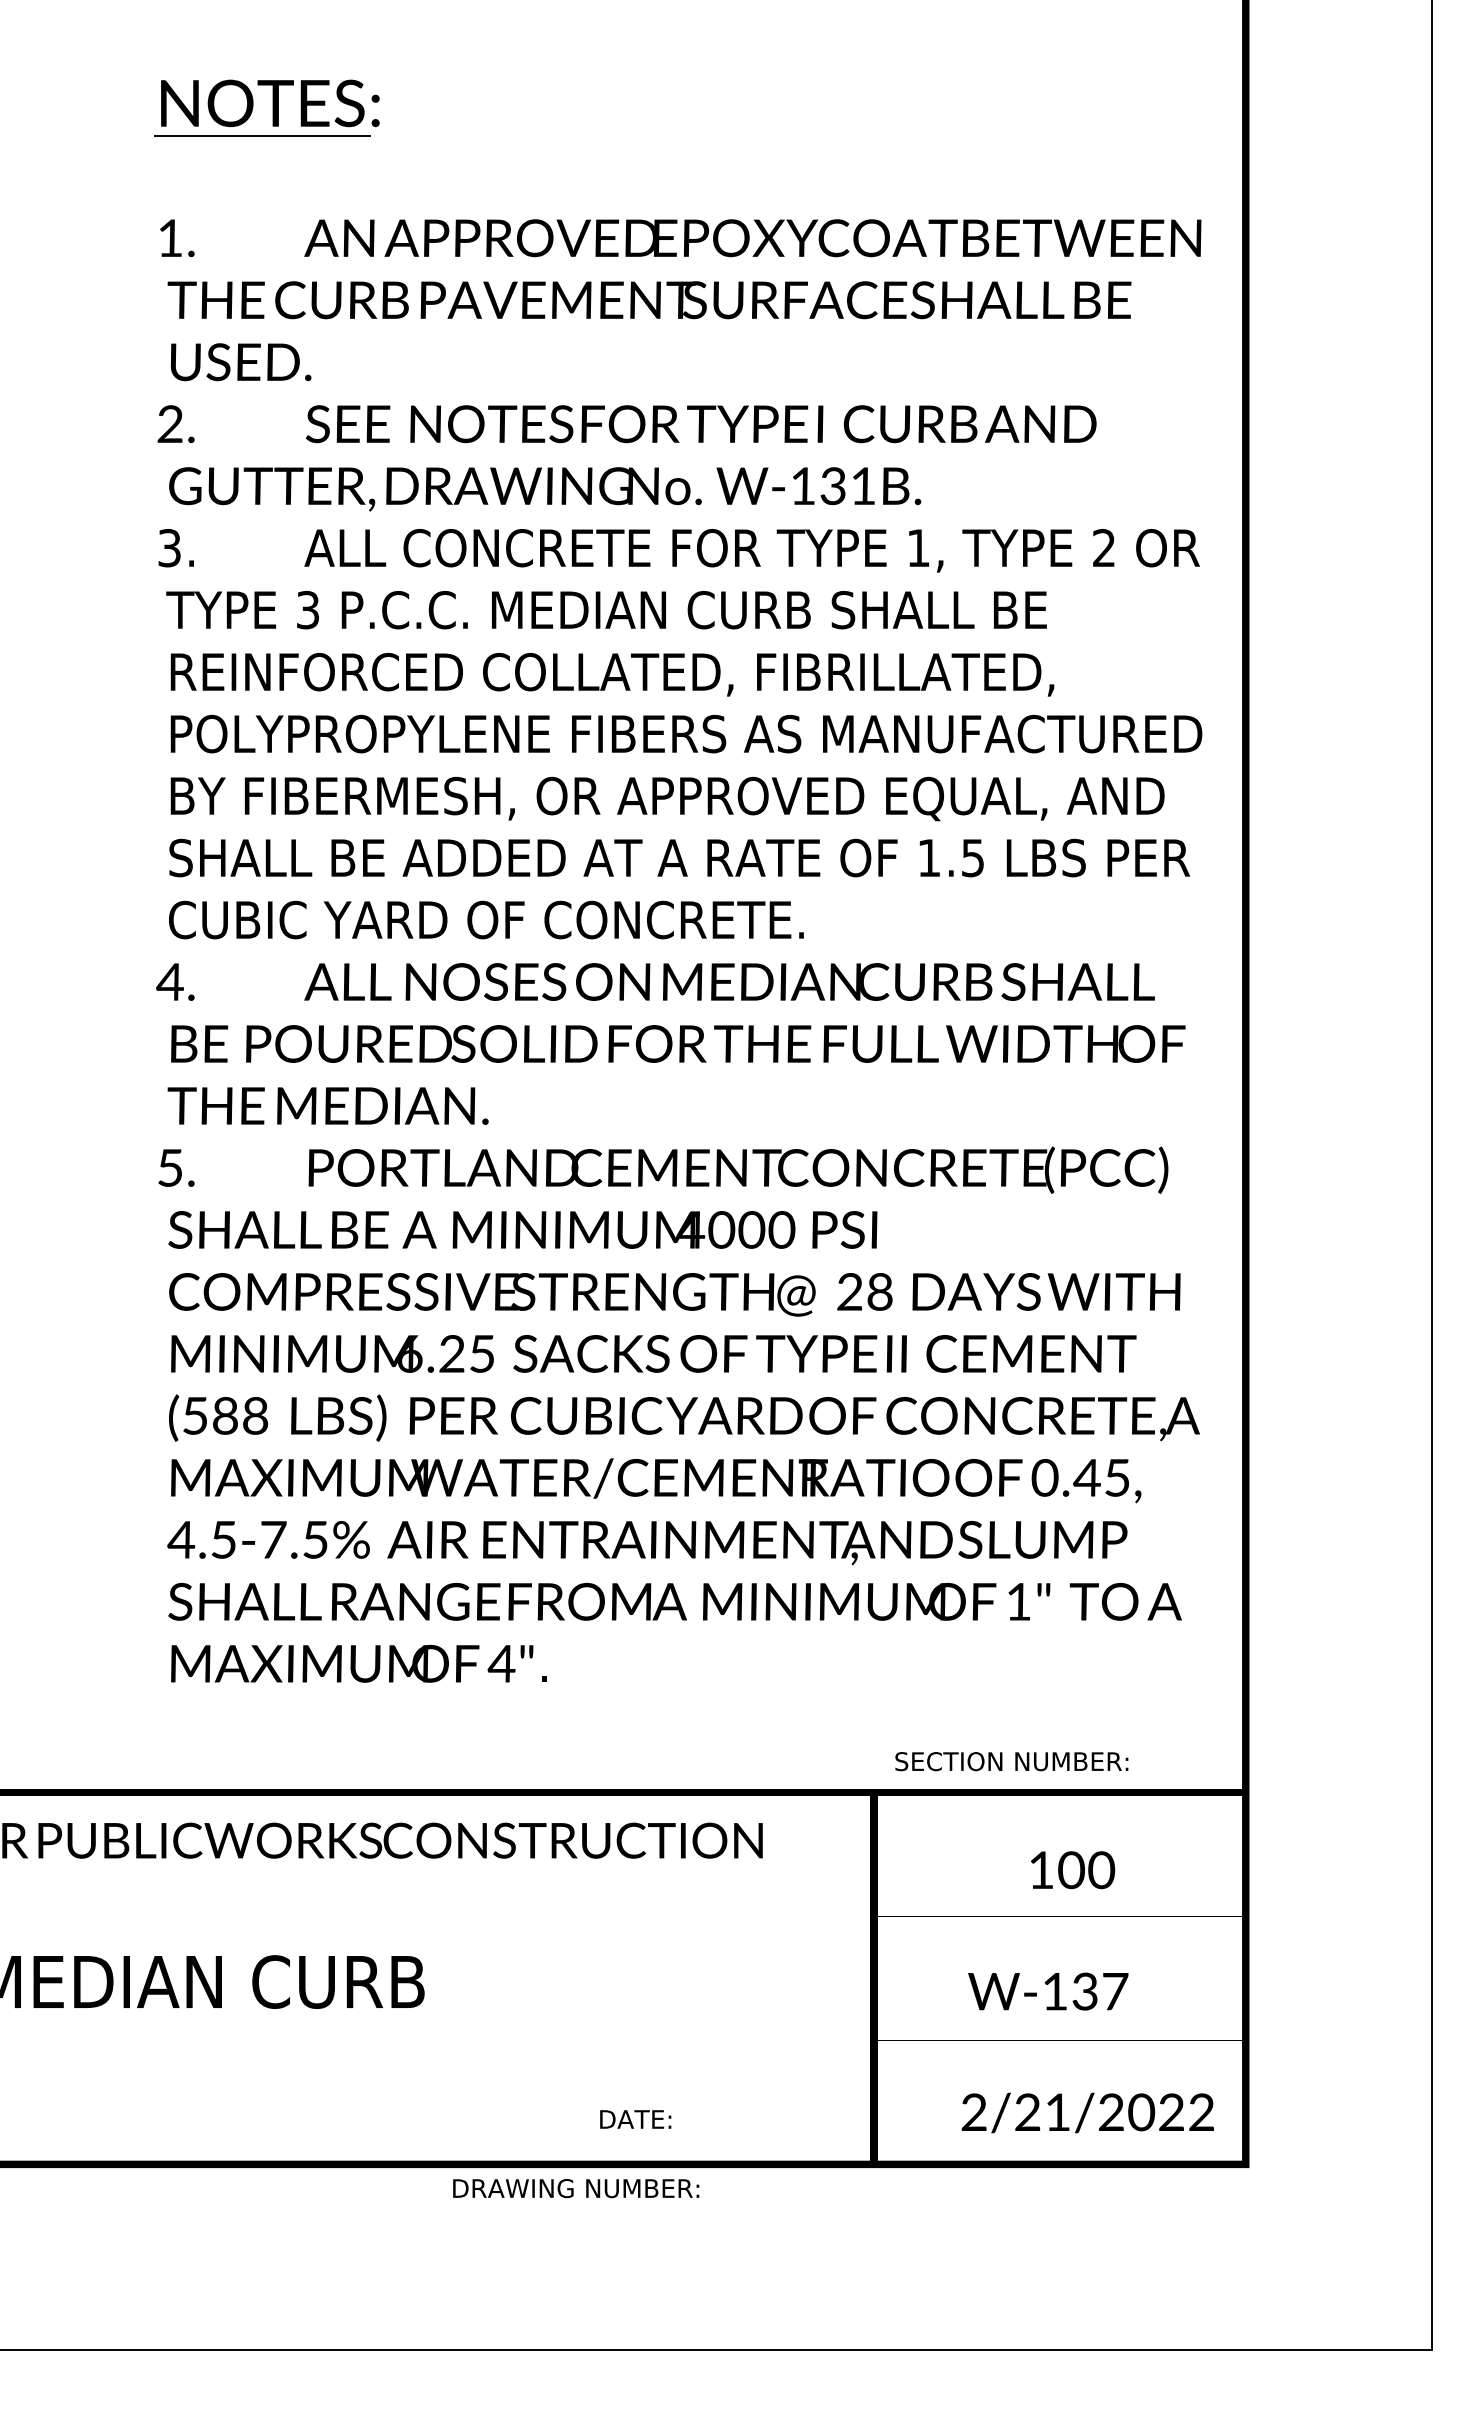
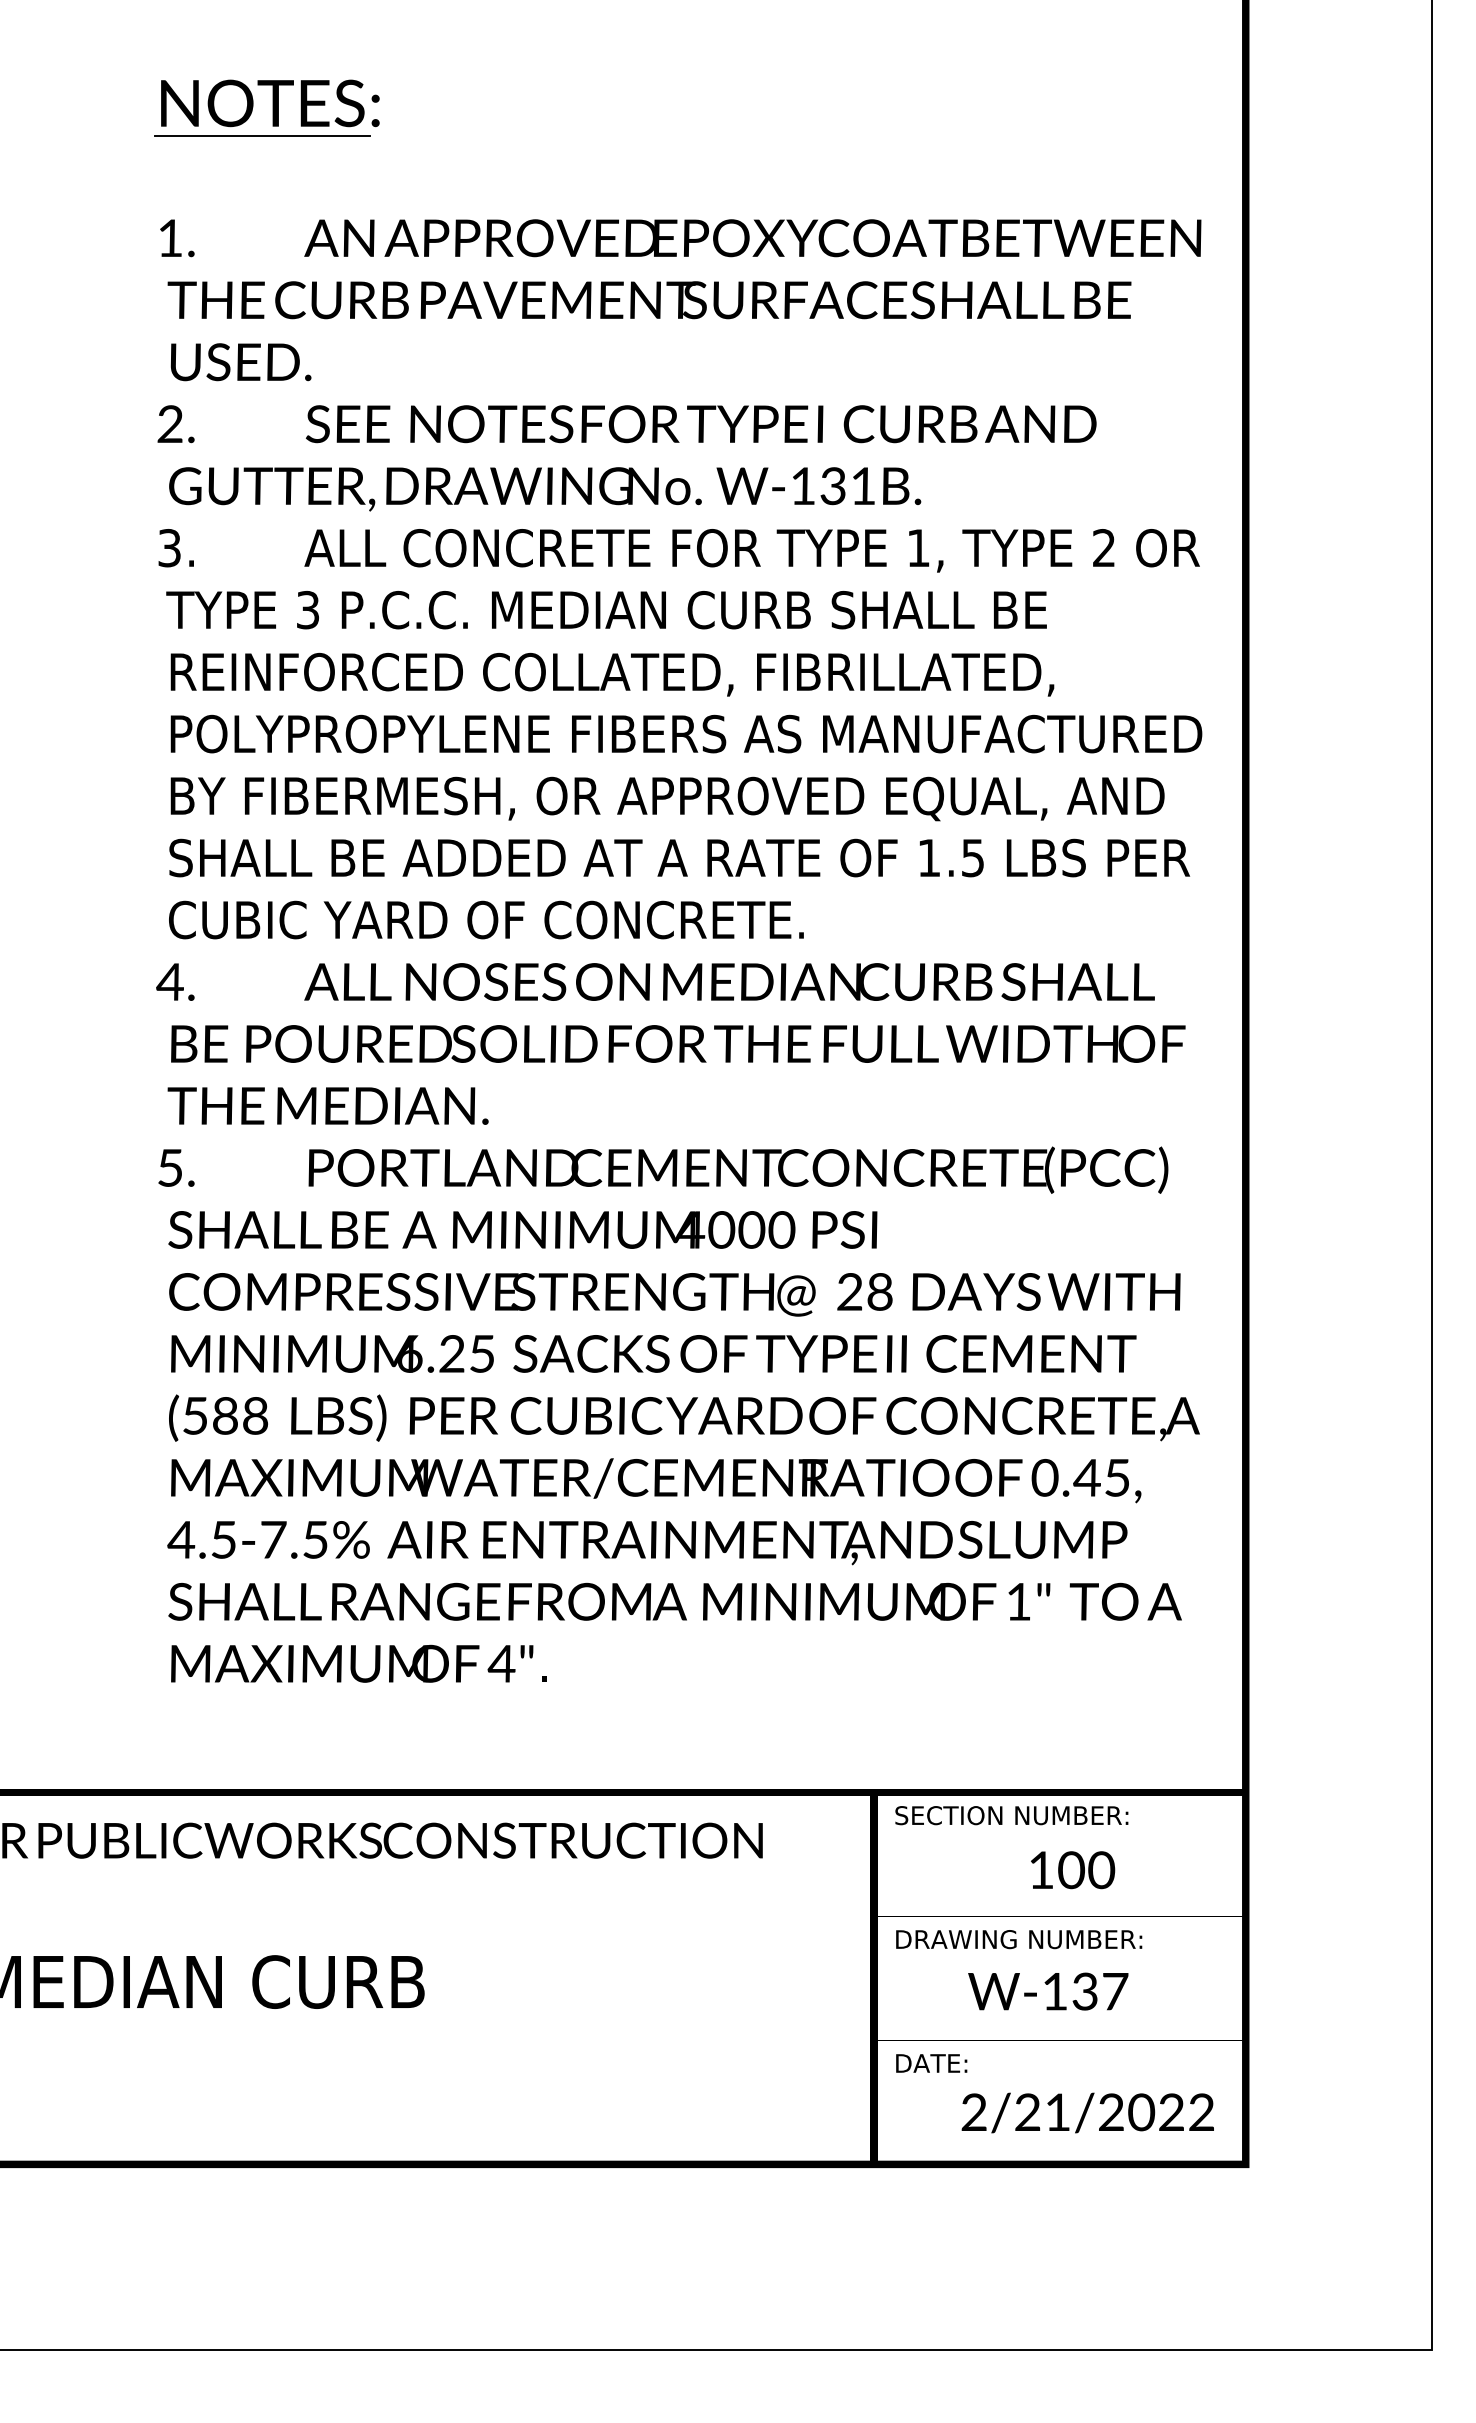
text at (1011, 1761) position: (1011, 1761) -> (1011, 1815)
text at (635, 2119) position: (635, 2119) -> (931, 2063)
text at (576, 2188) position: (576, 2188) -> (1019, 1939)
